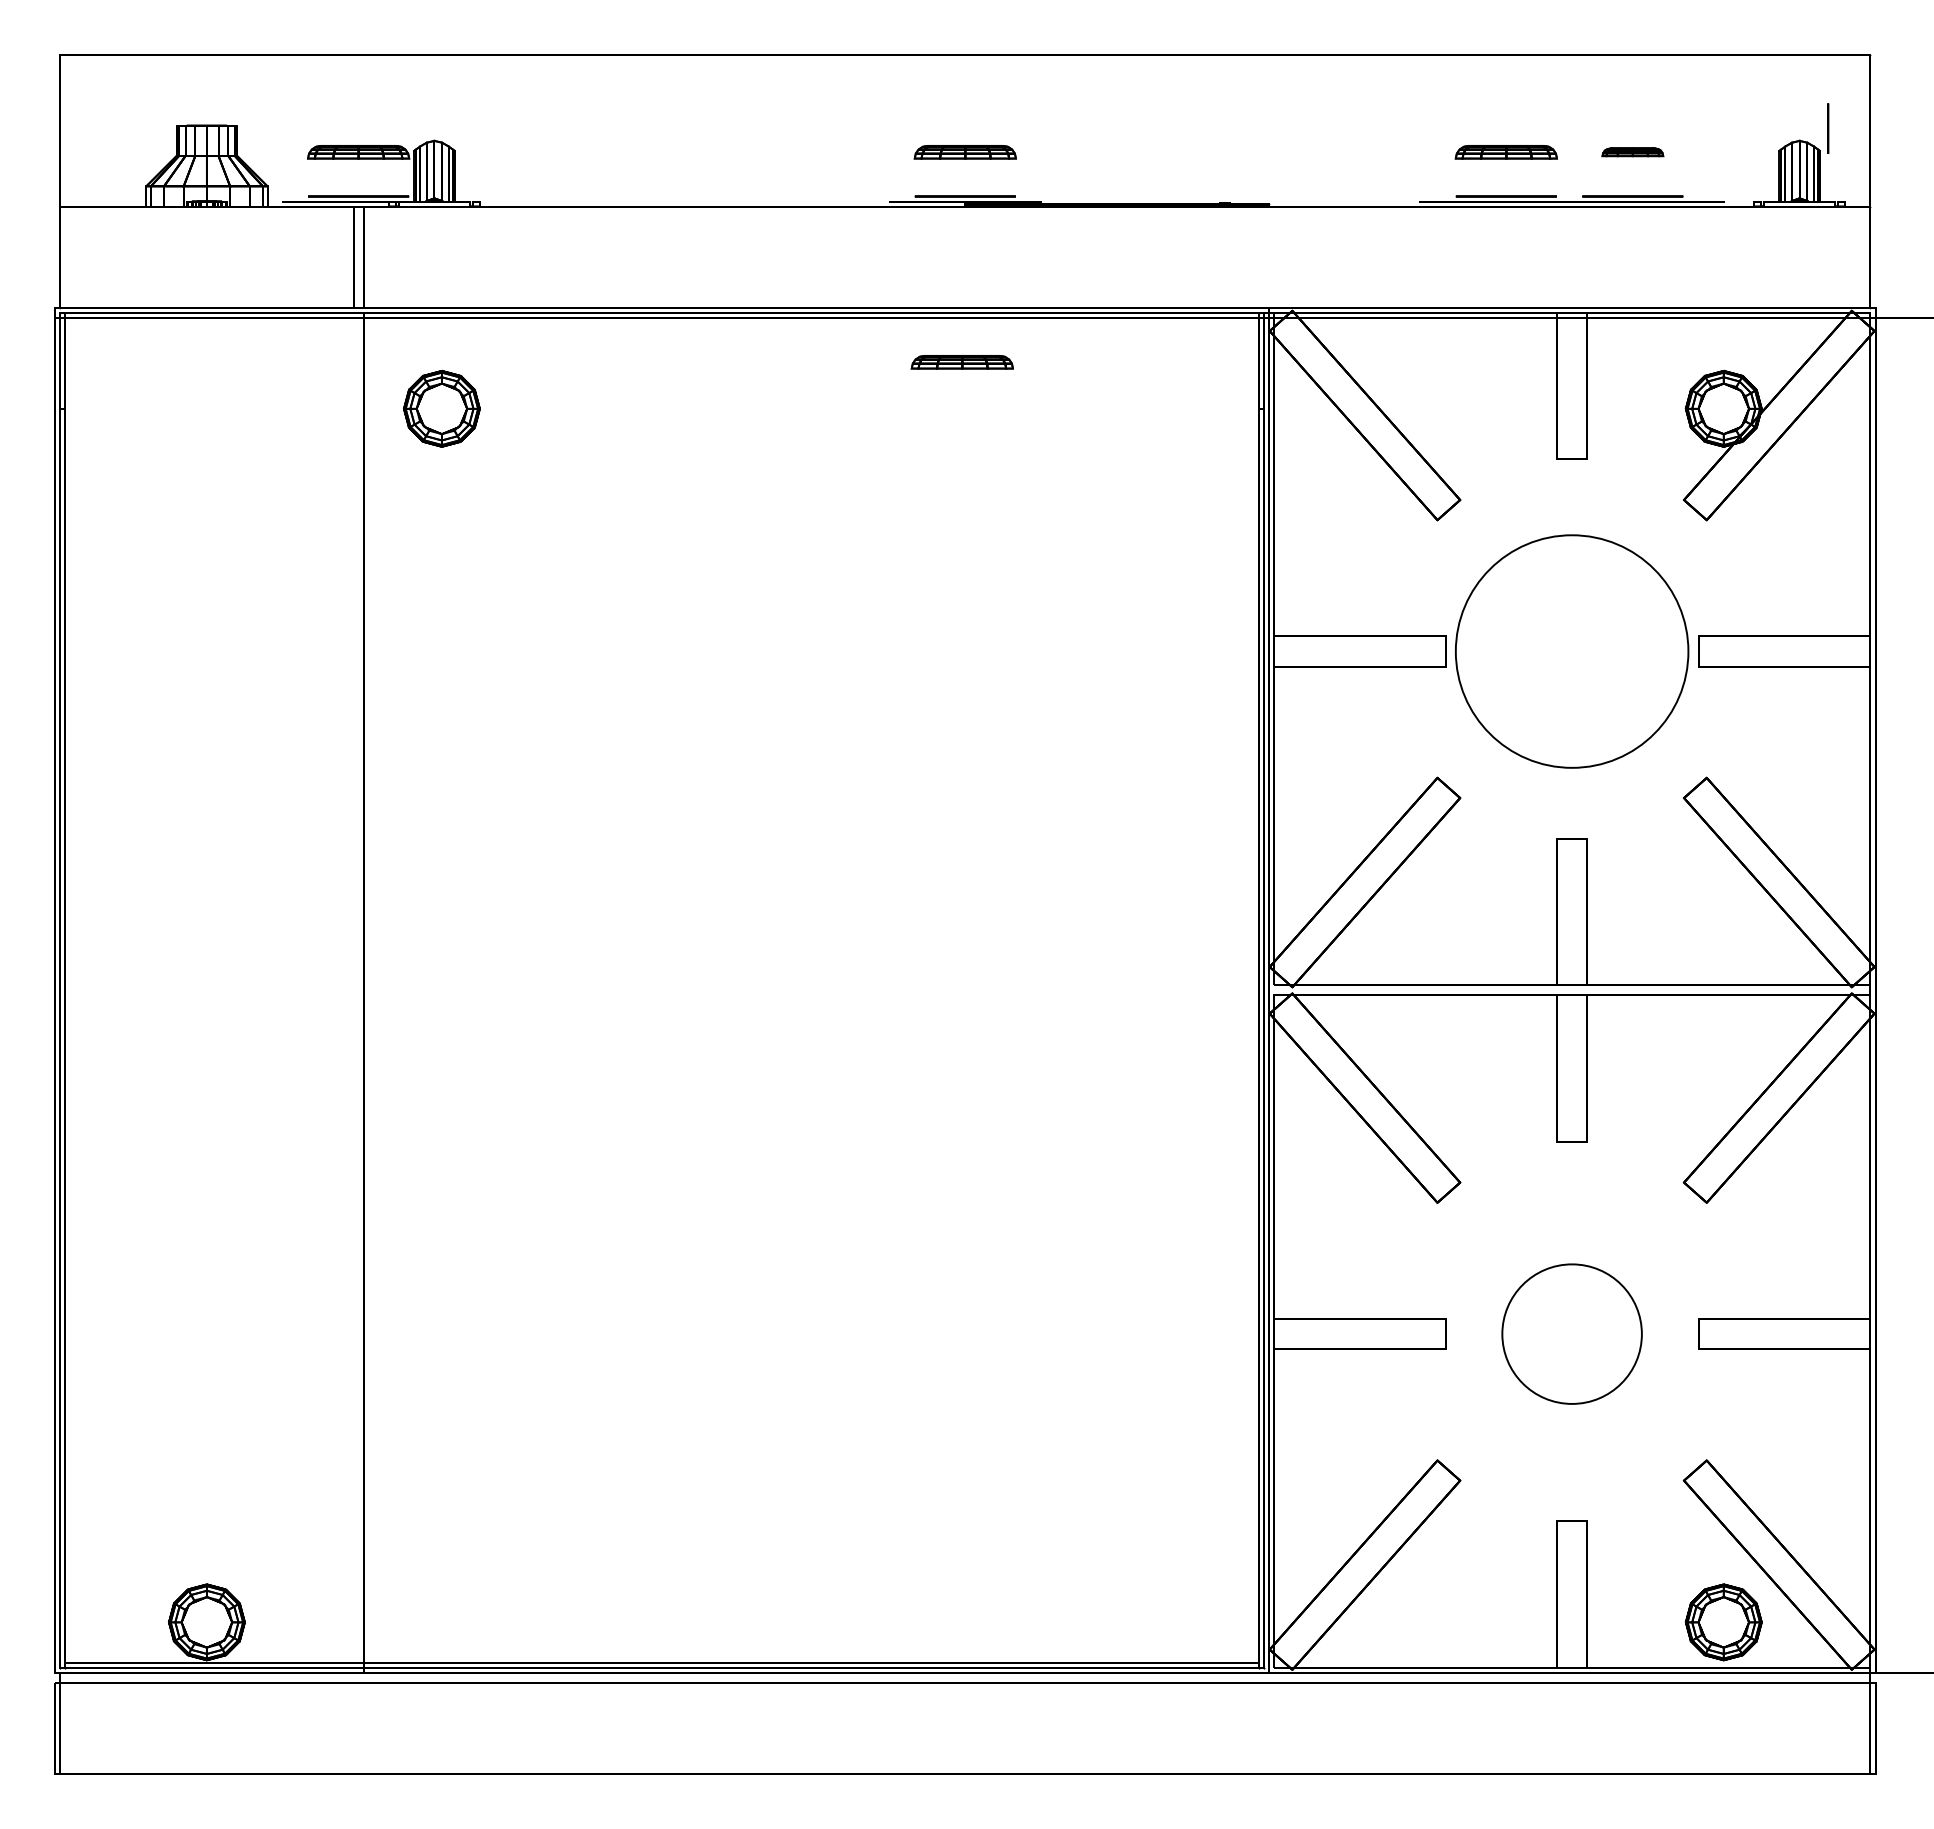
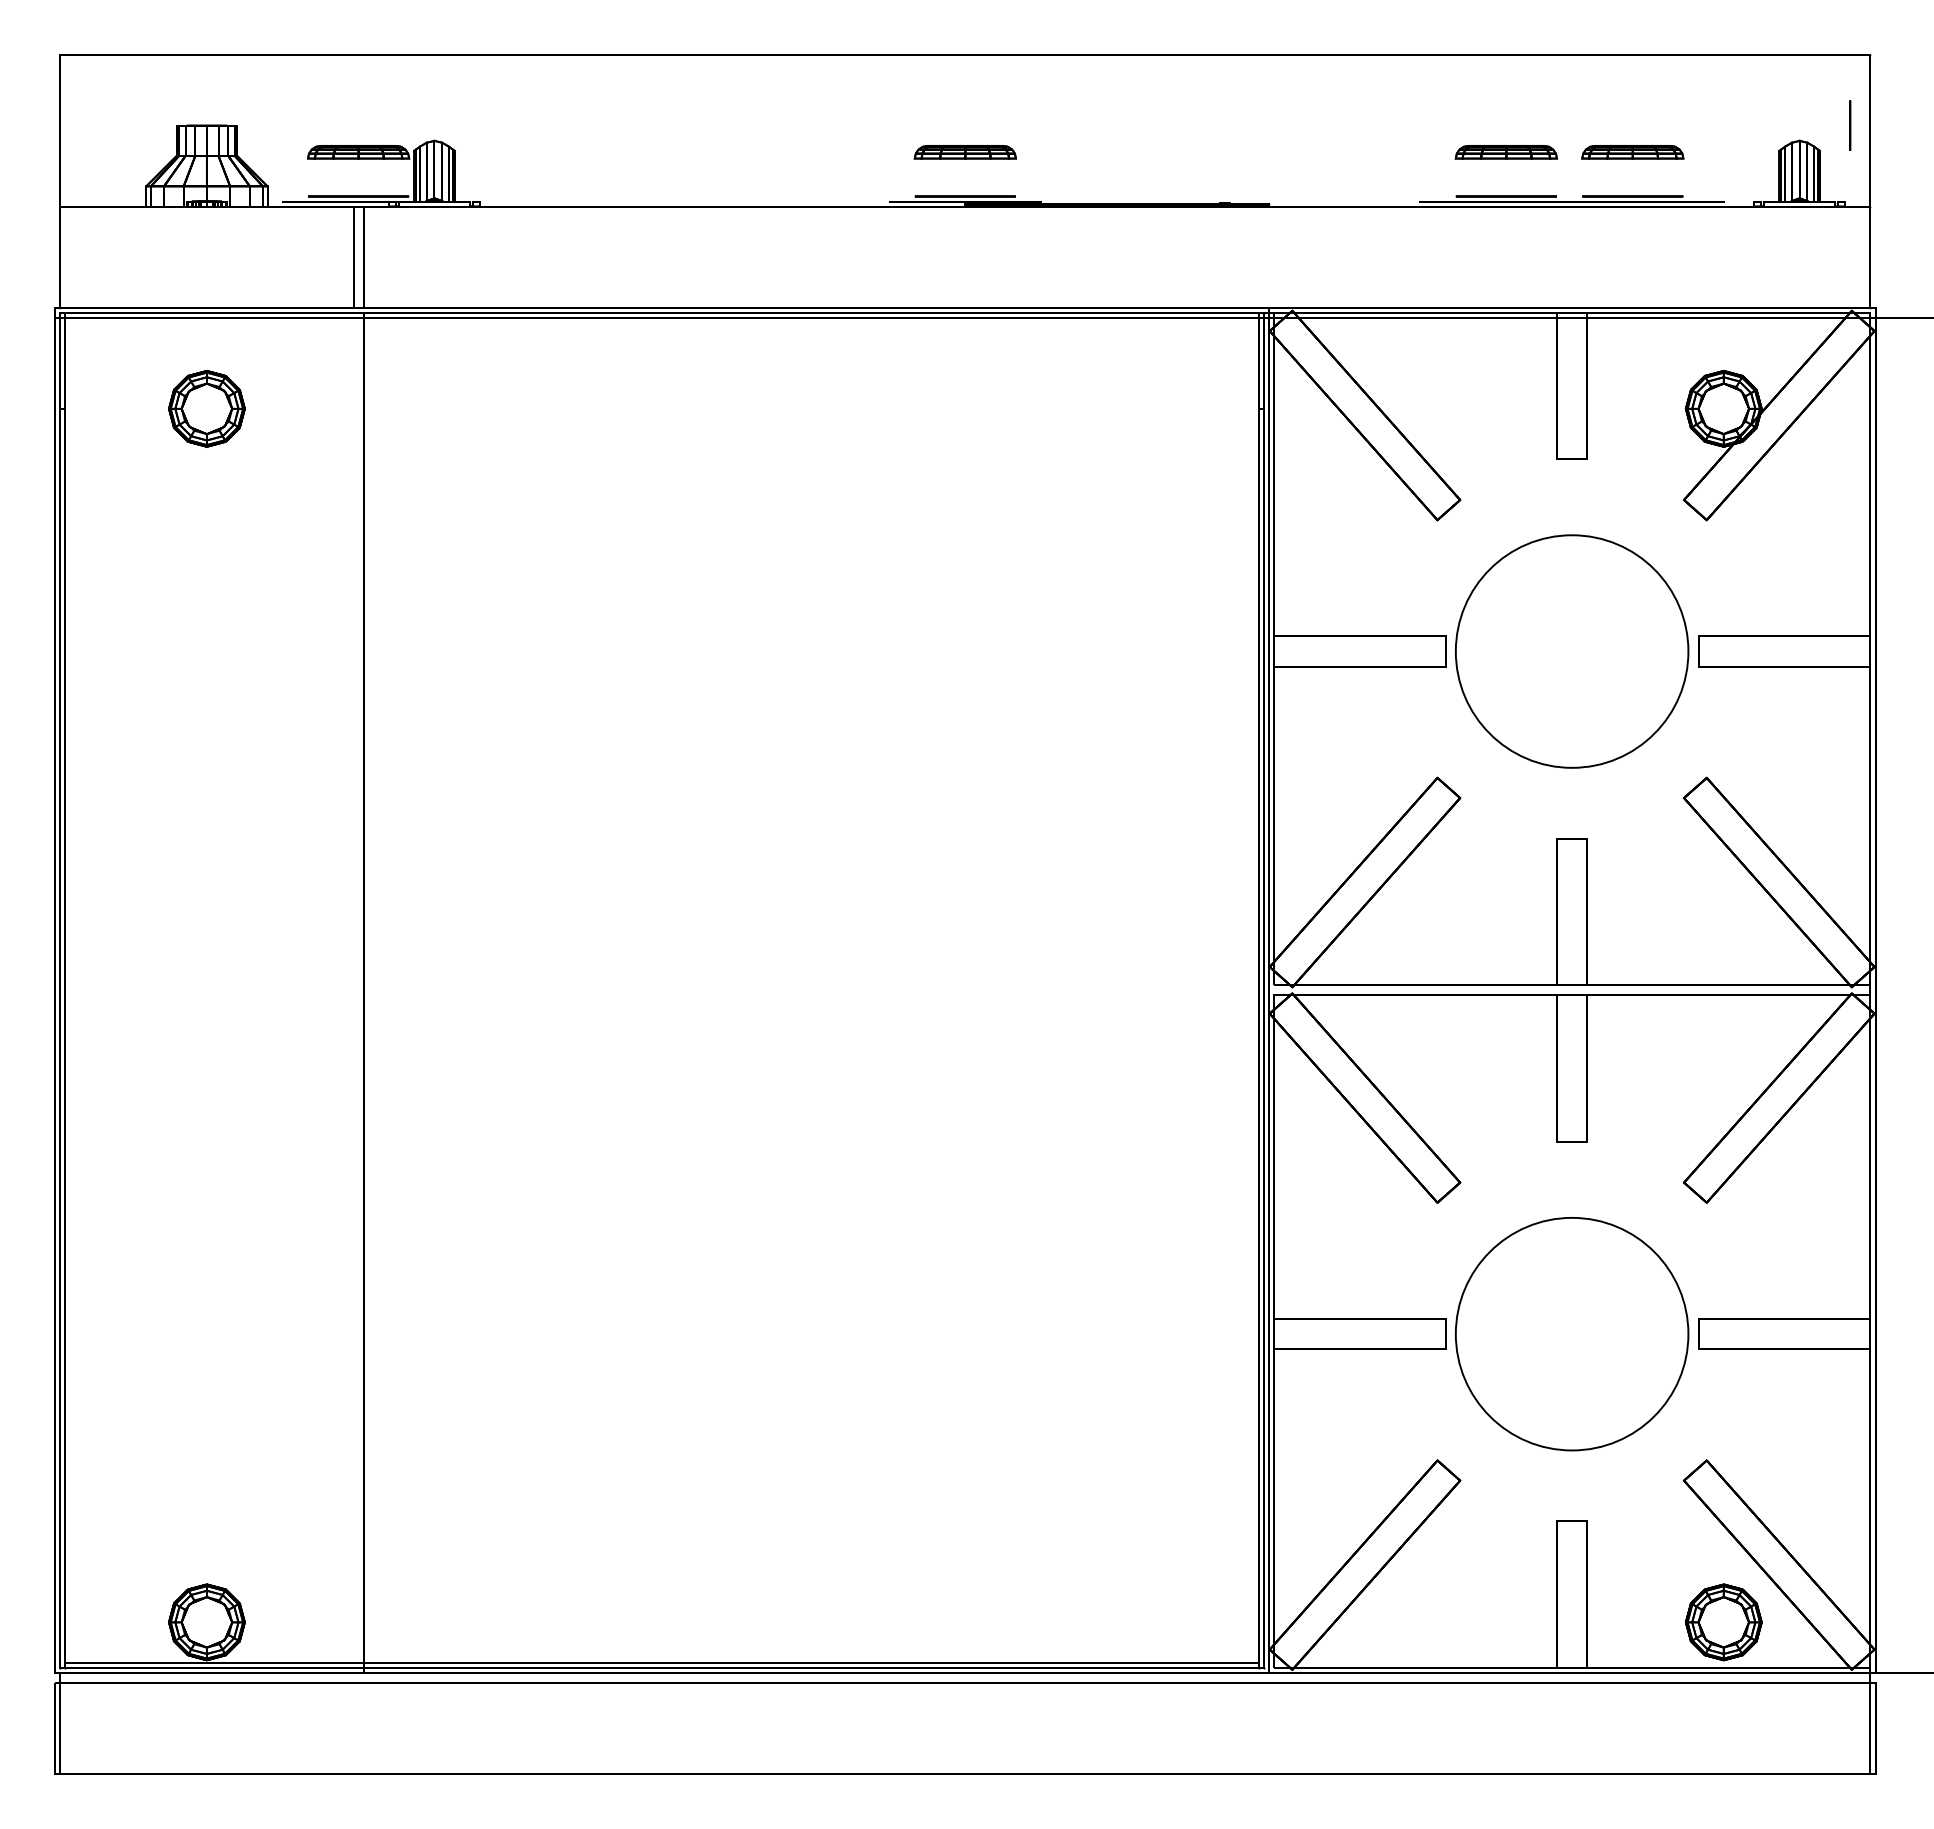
circle at (1828, 128) position: (1828, 128) -> (1850, 125)
part at (1632, 152) size: 64x11 px -> 104x15 px
part at (961, 362): present -> none
part at (441, 408) position: (441, 408) -> (206, 408)
circle at (1571, 1333) diameter: 140 px -> 233 px
